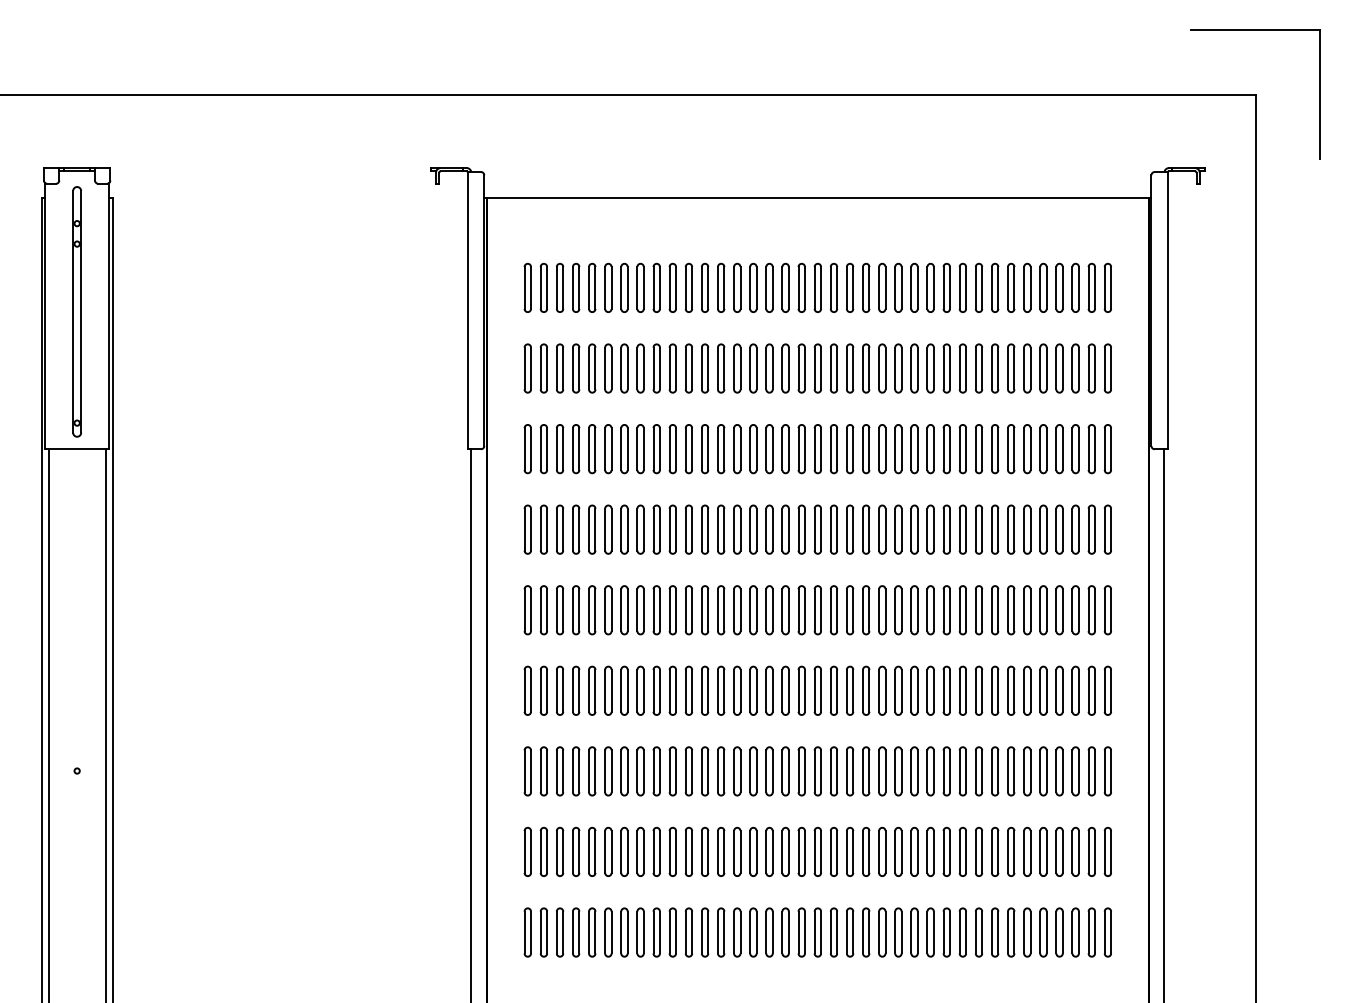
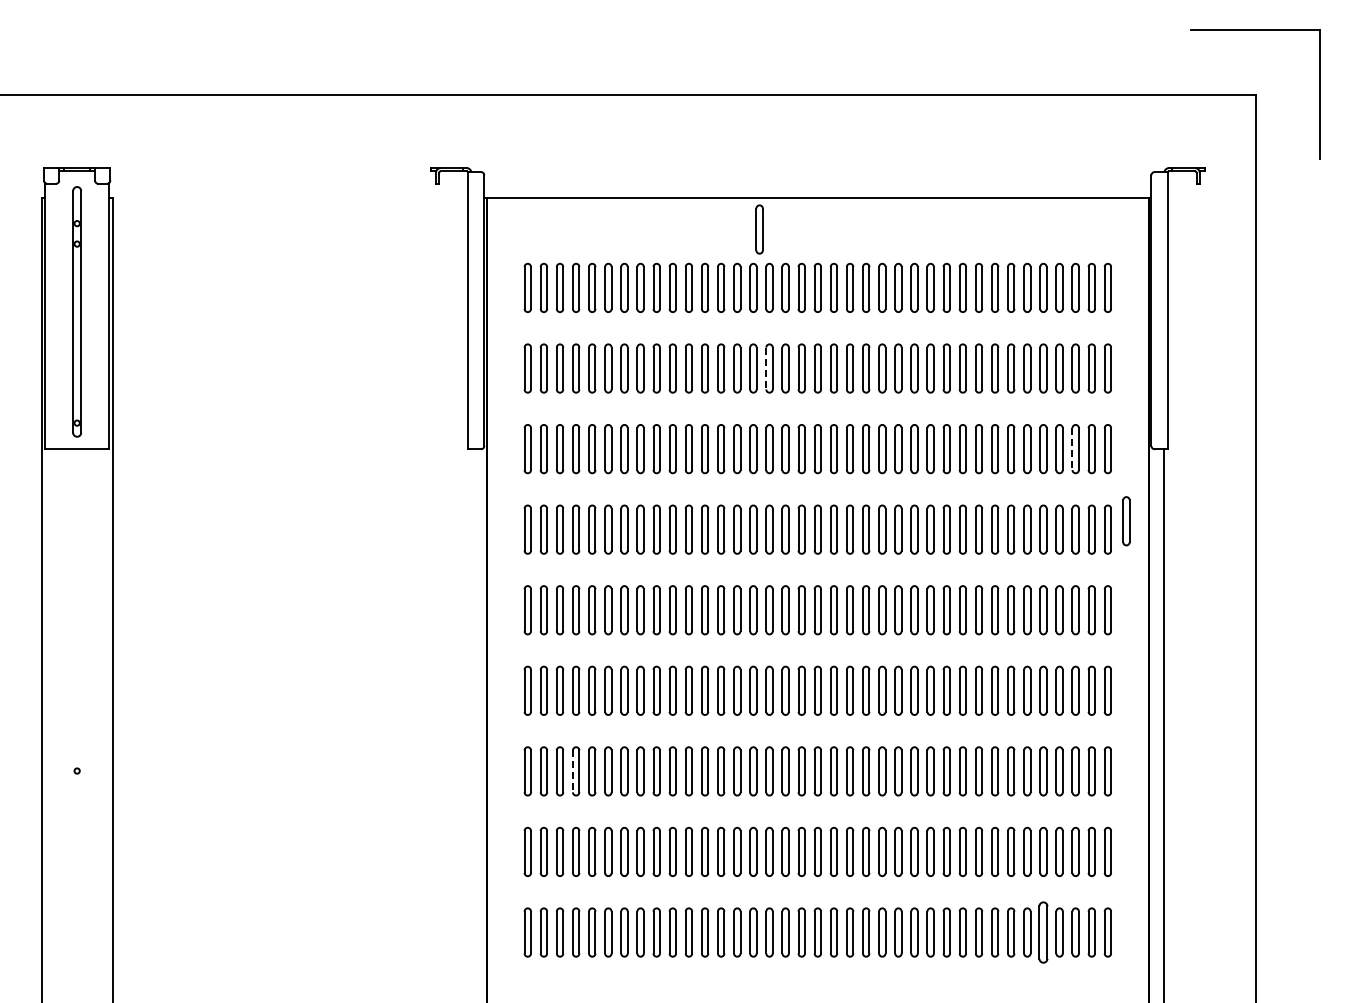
part at (759, 229): none -> present
line at (766, 368): solid -> dashed
line at (1072, 449): solid -> dashed
part at (1126, 521): none -> present
line at (48, 723): present -> none
line at (105, 723): present -> none
line at (471, 724): present -> none
line at (572, 771): solid -> dashed
part at (1043, 932) size: 9x51 px -> 11x63 px
